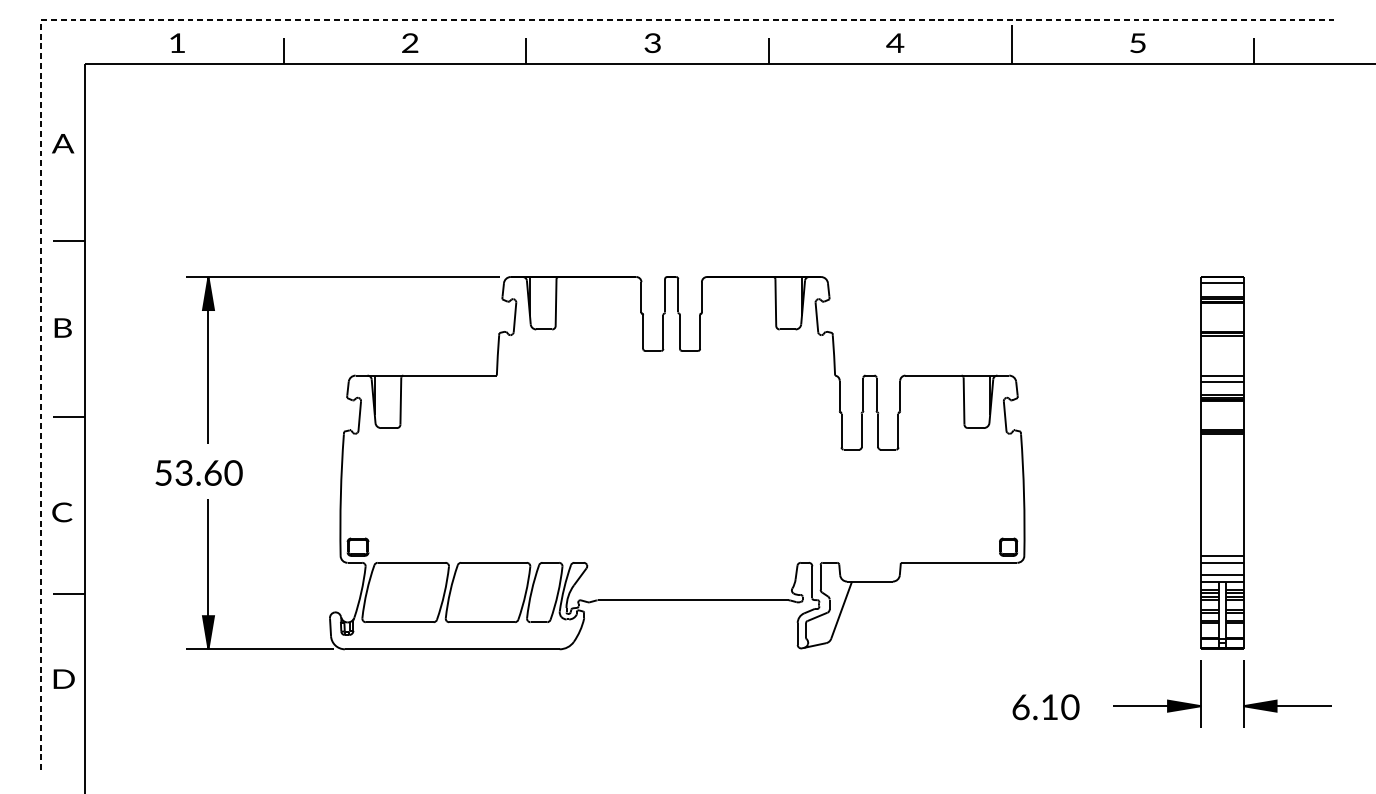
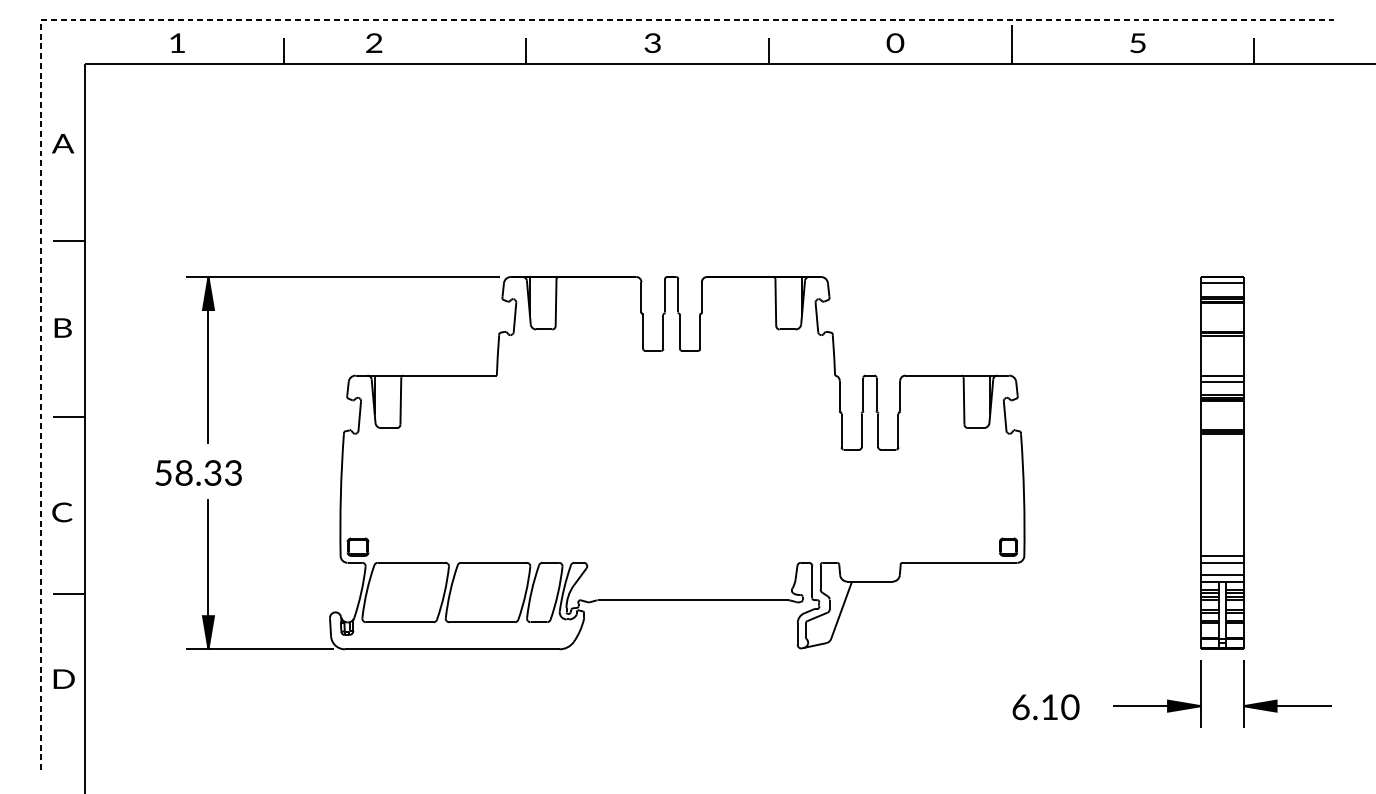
text at (410, 42) position: (410, 42) -> (374, 42)
text at (895, 43): 4 -> 0
text at (208, 472): 53.60 -> 58.33
